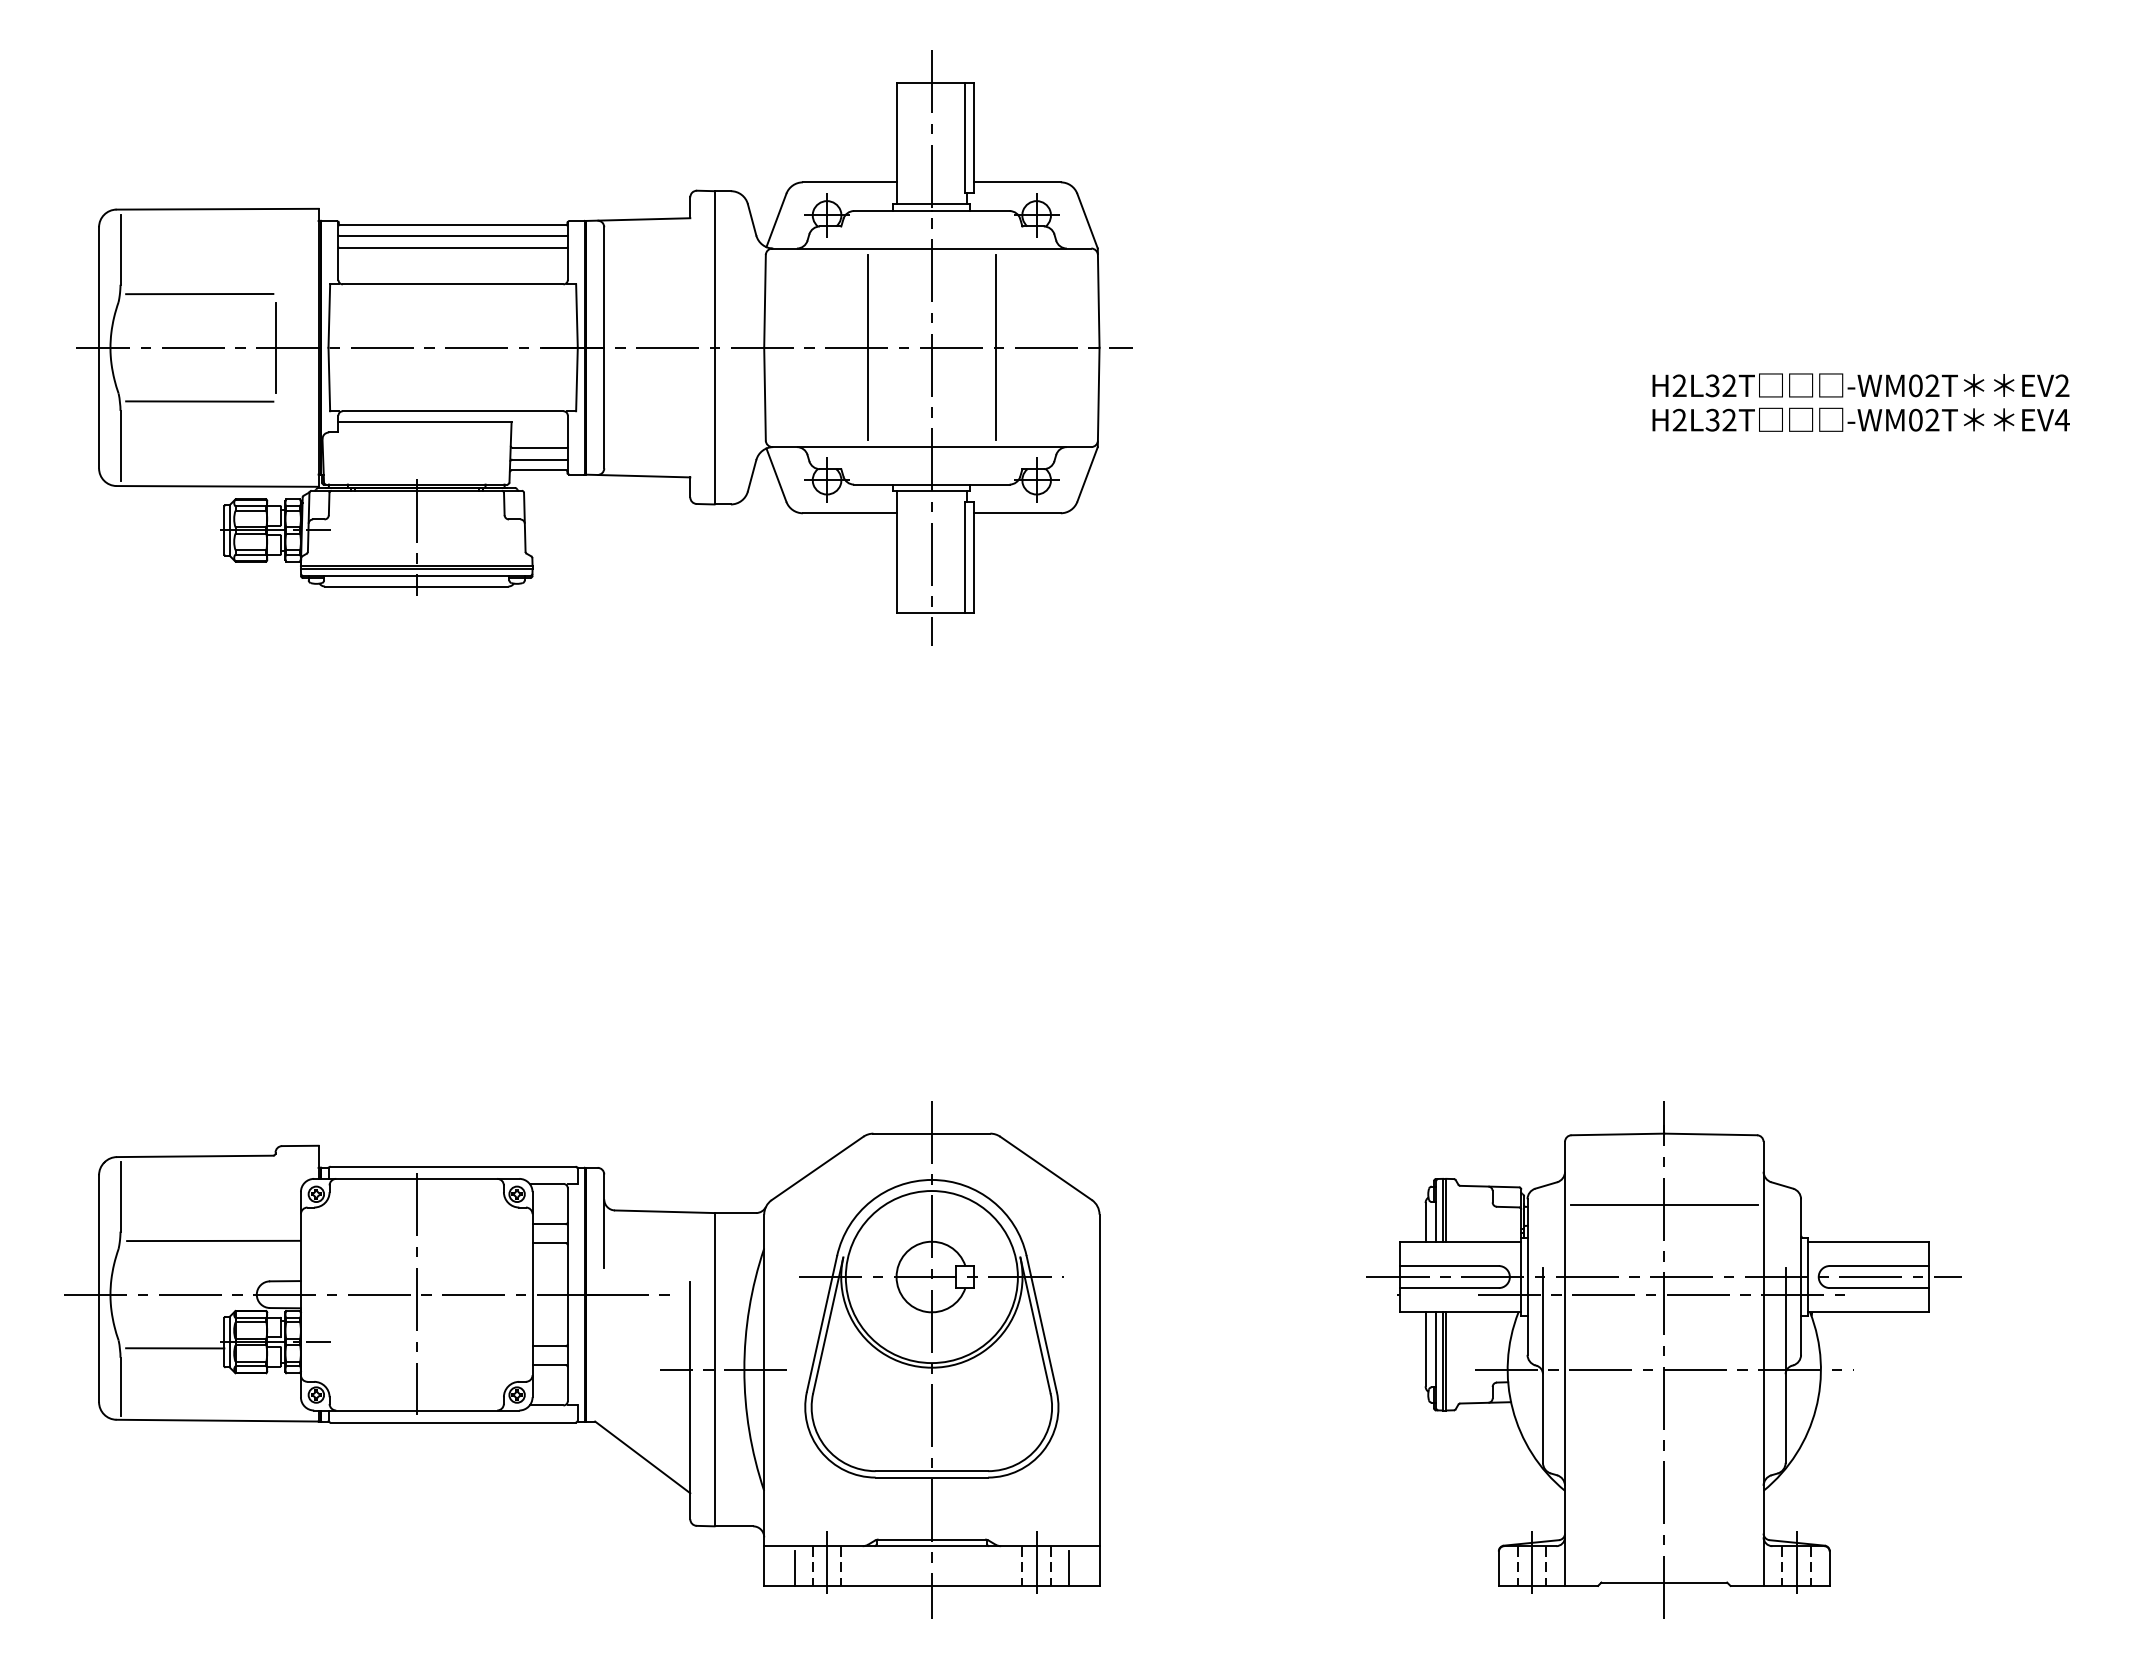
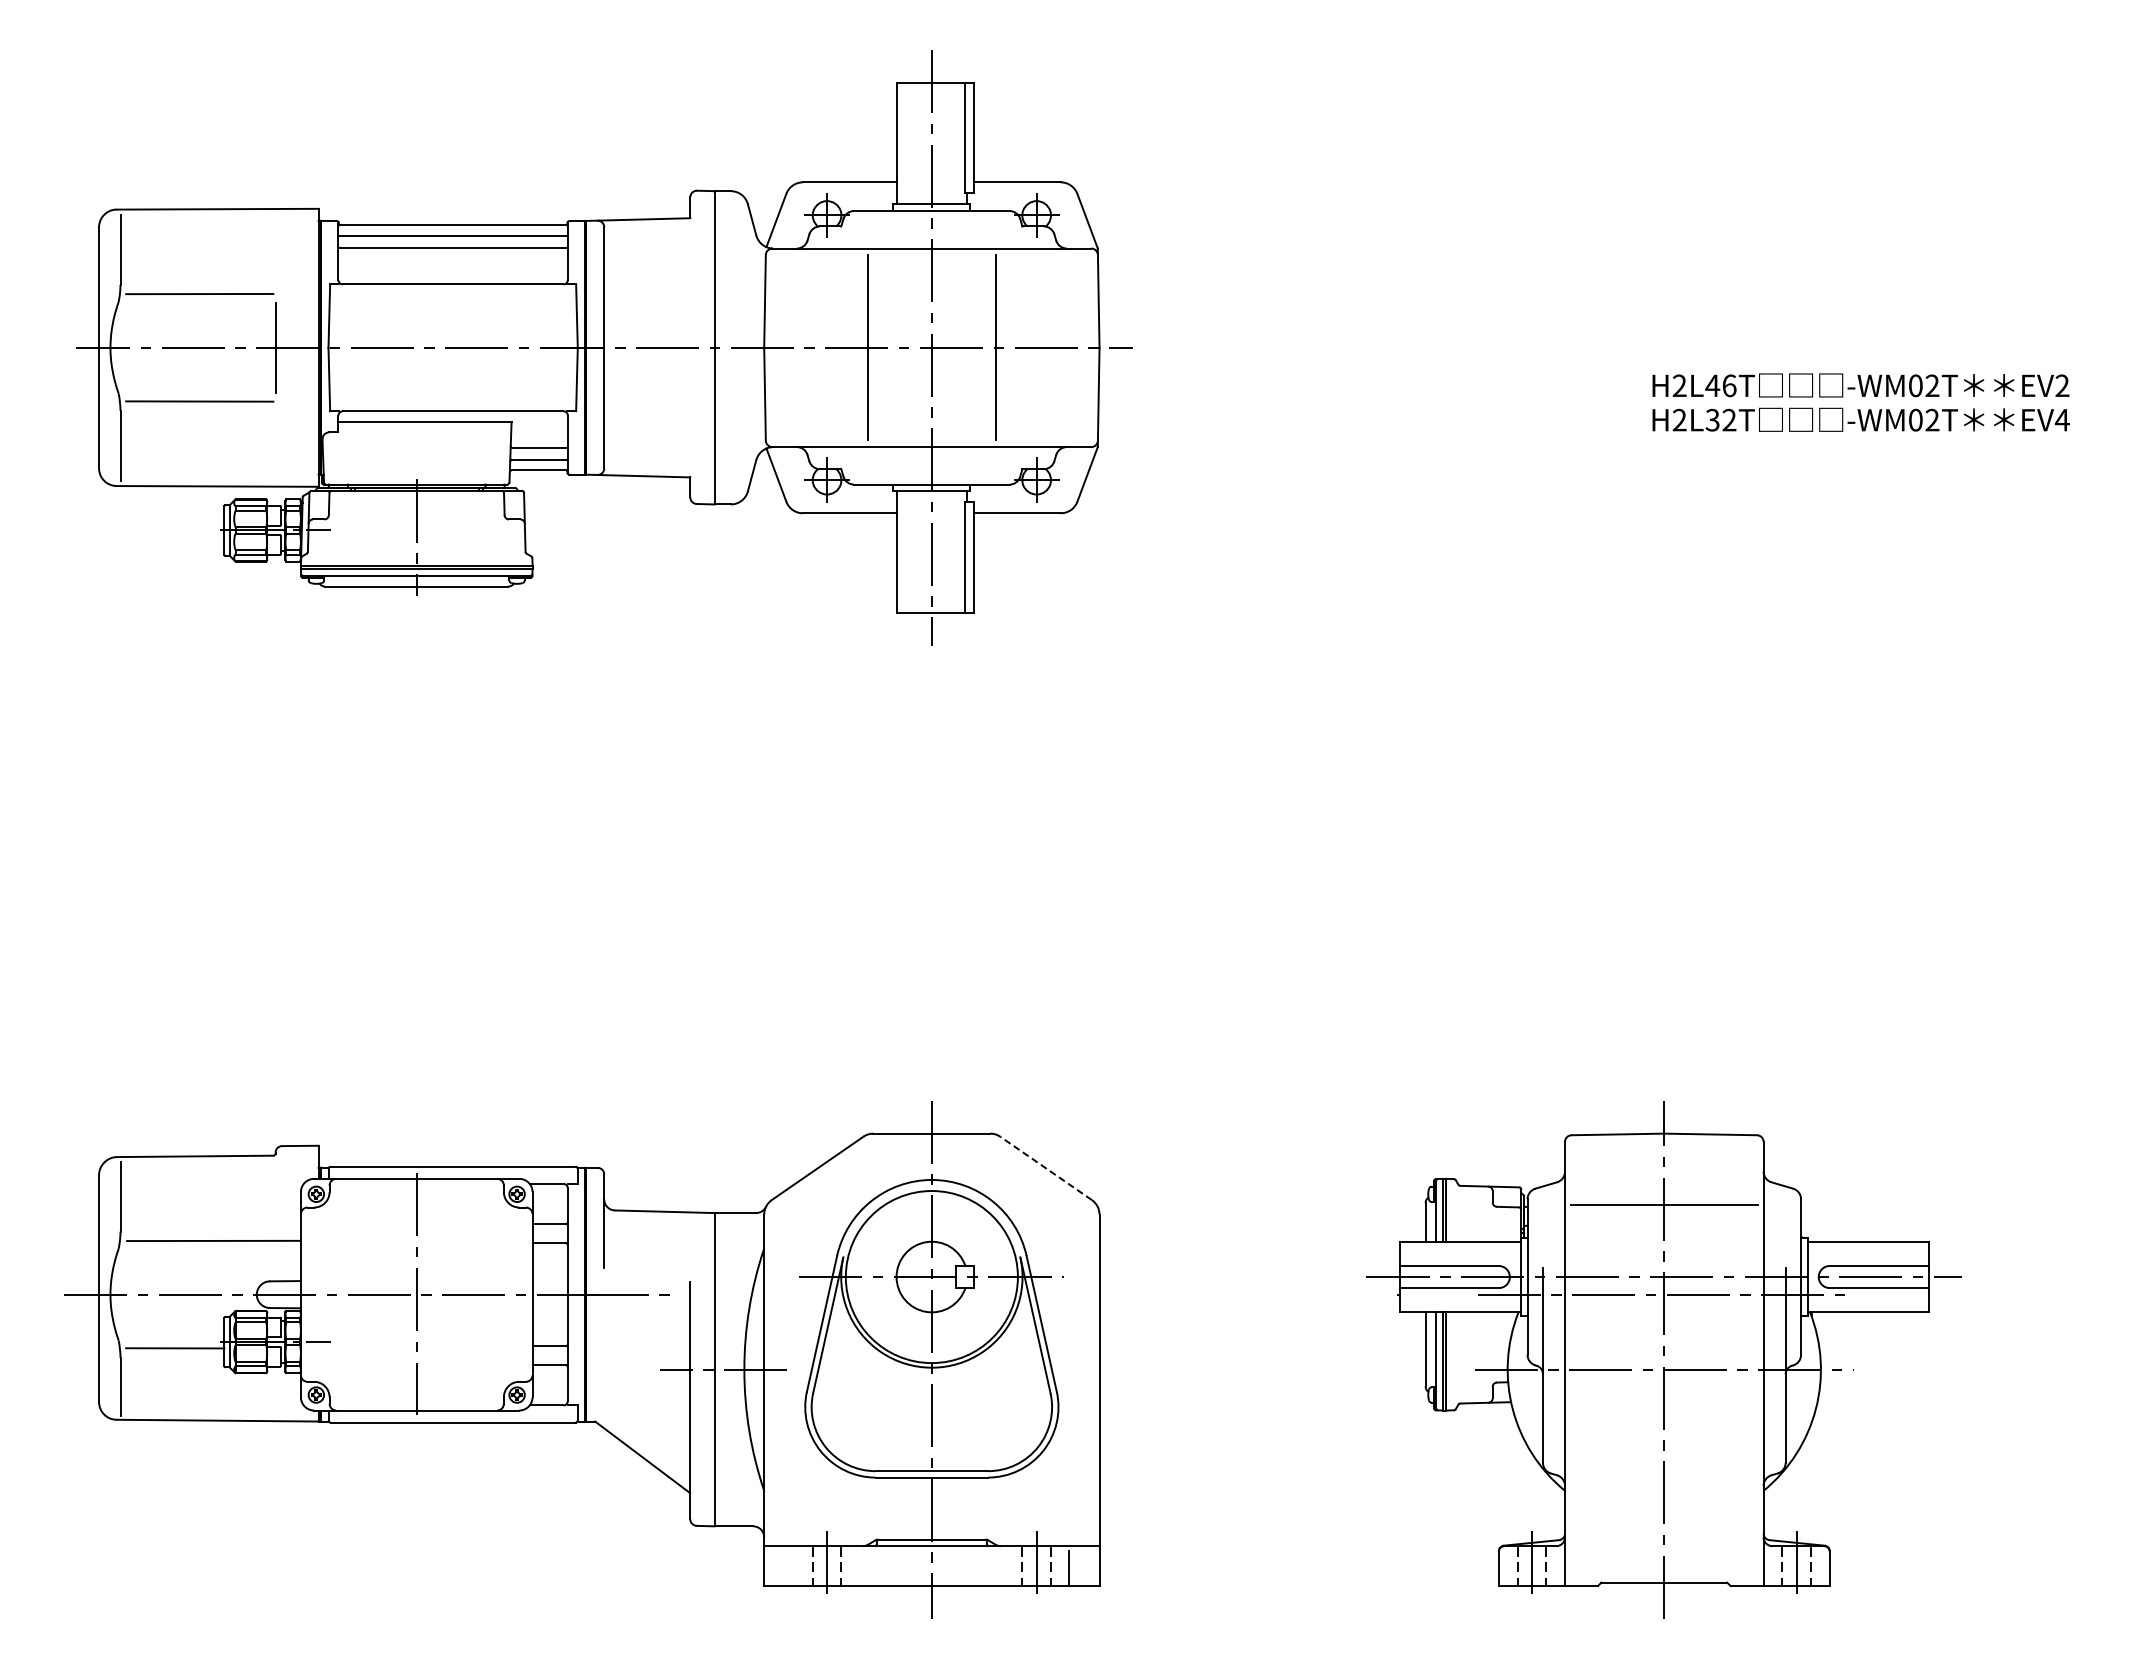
text at (1720, 385): H2L32T -> H2L46T
line at (1046, 1168): solid -> dashed
line at (795, 1567): present -> none
